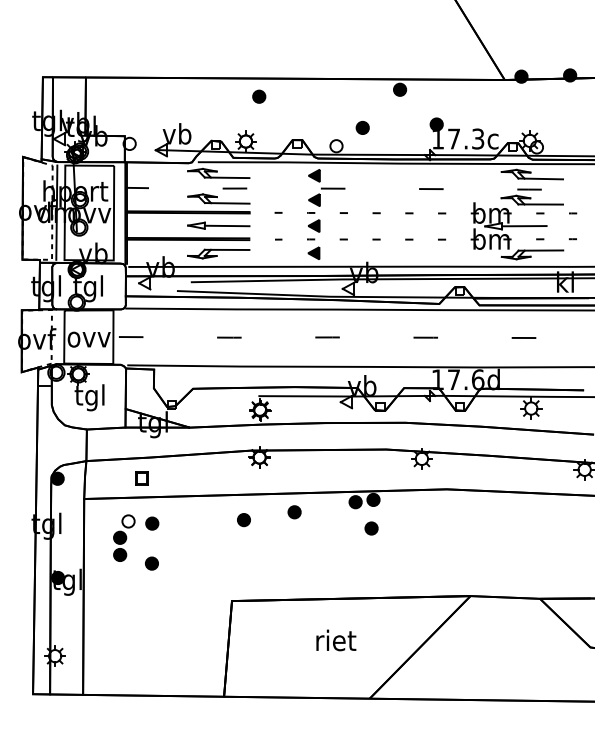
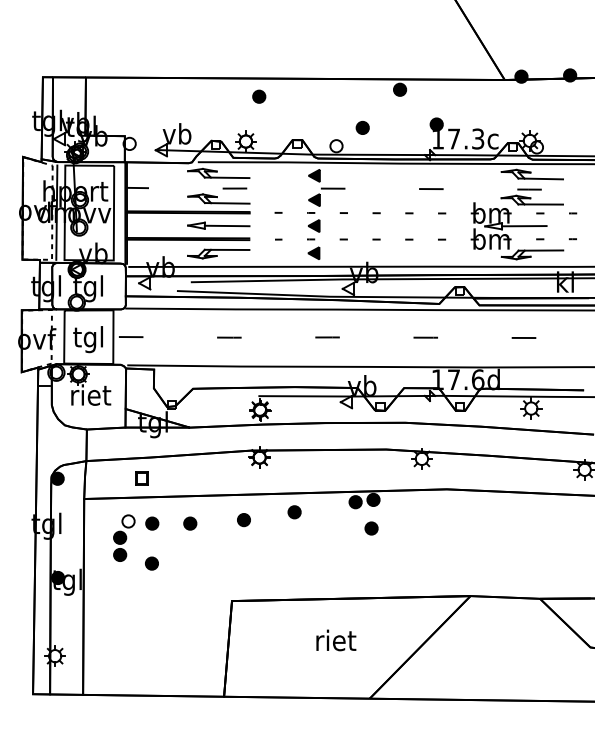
text at (88, 339): ovv -> tgl
text at (91, 397): tgl -> riet
part at (190, 523): none -> present
